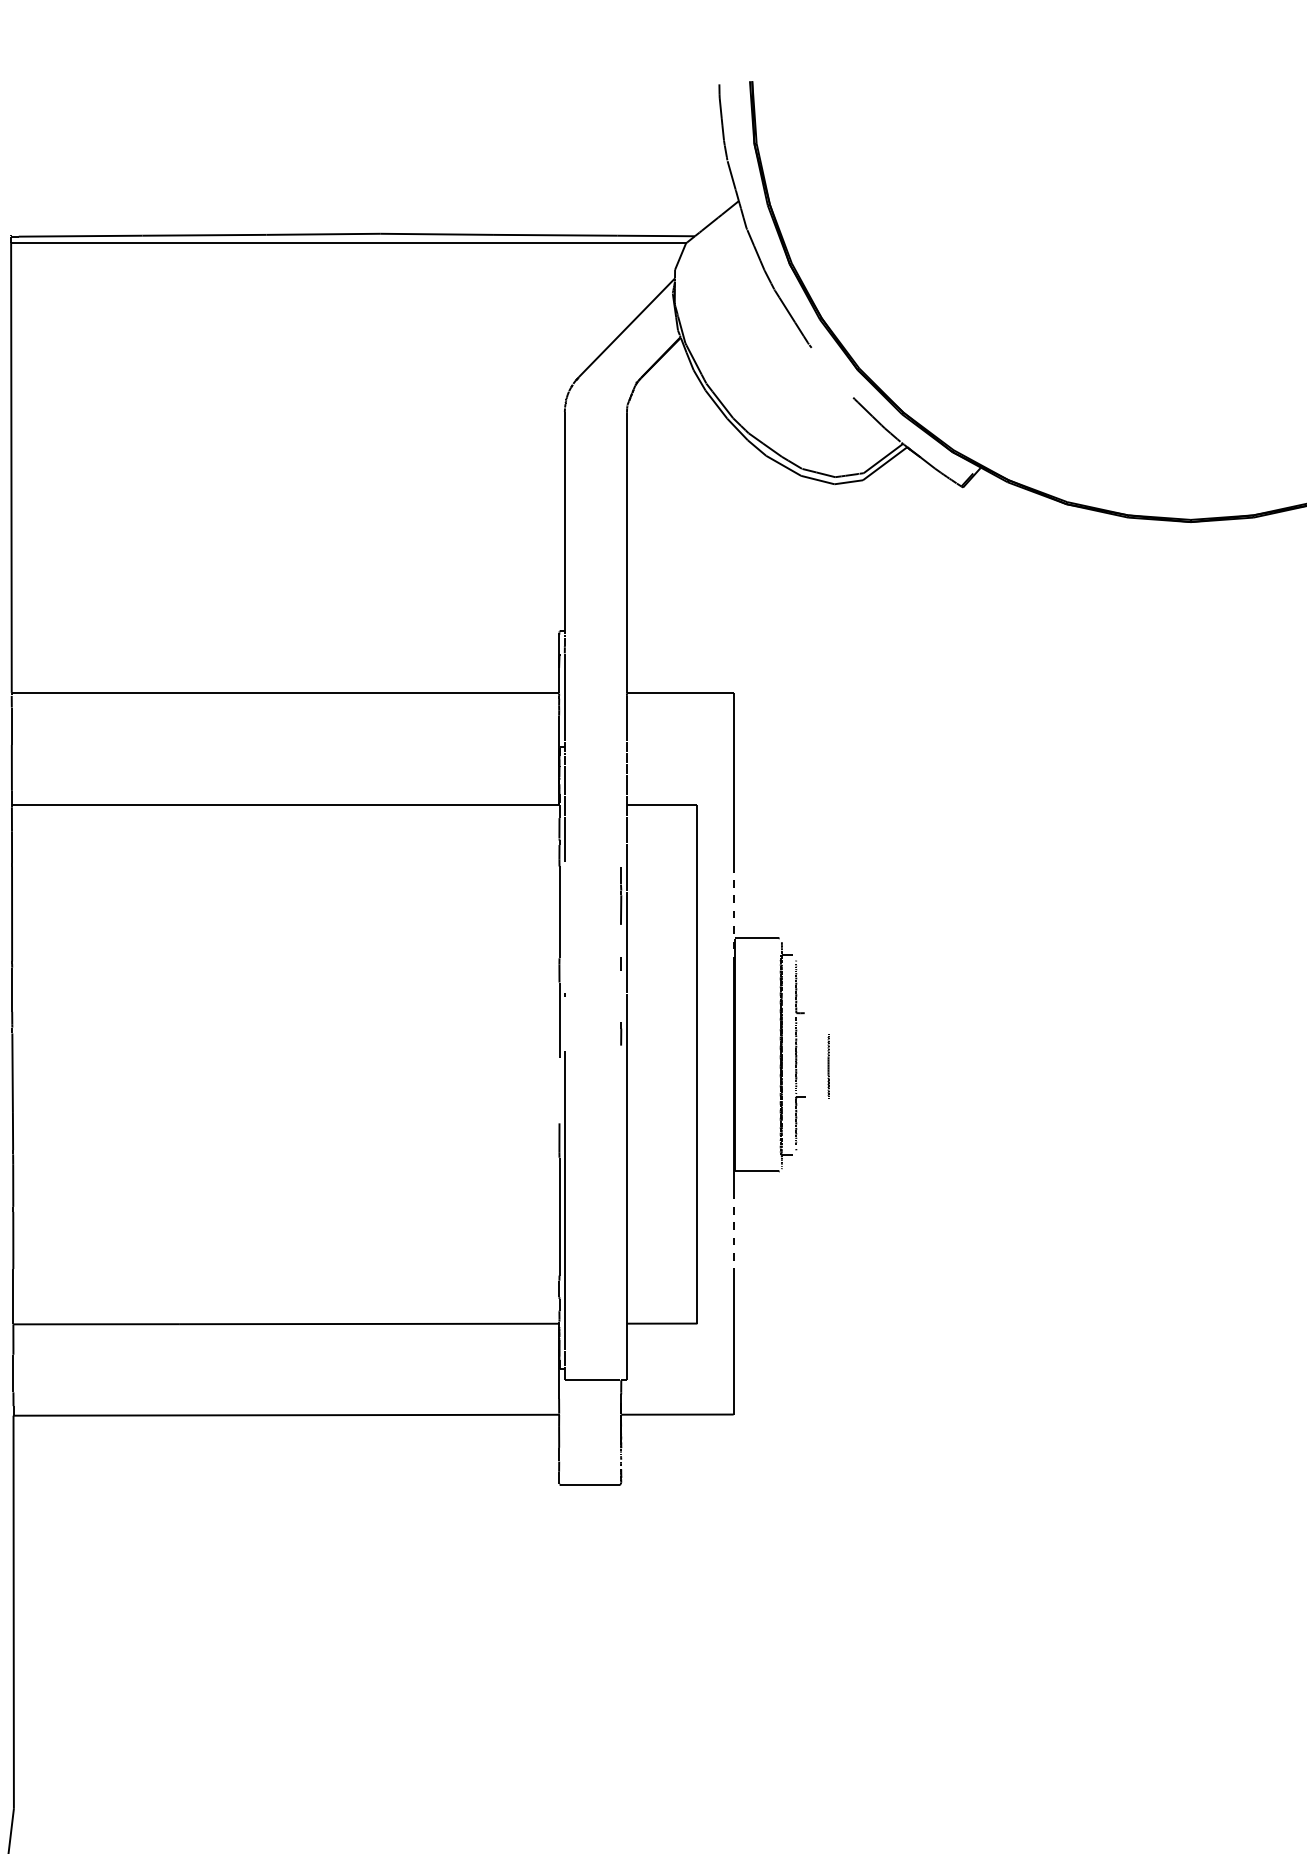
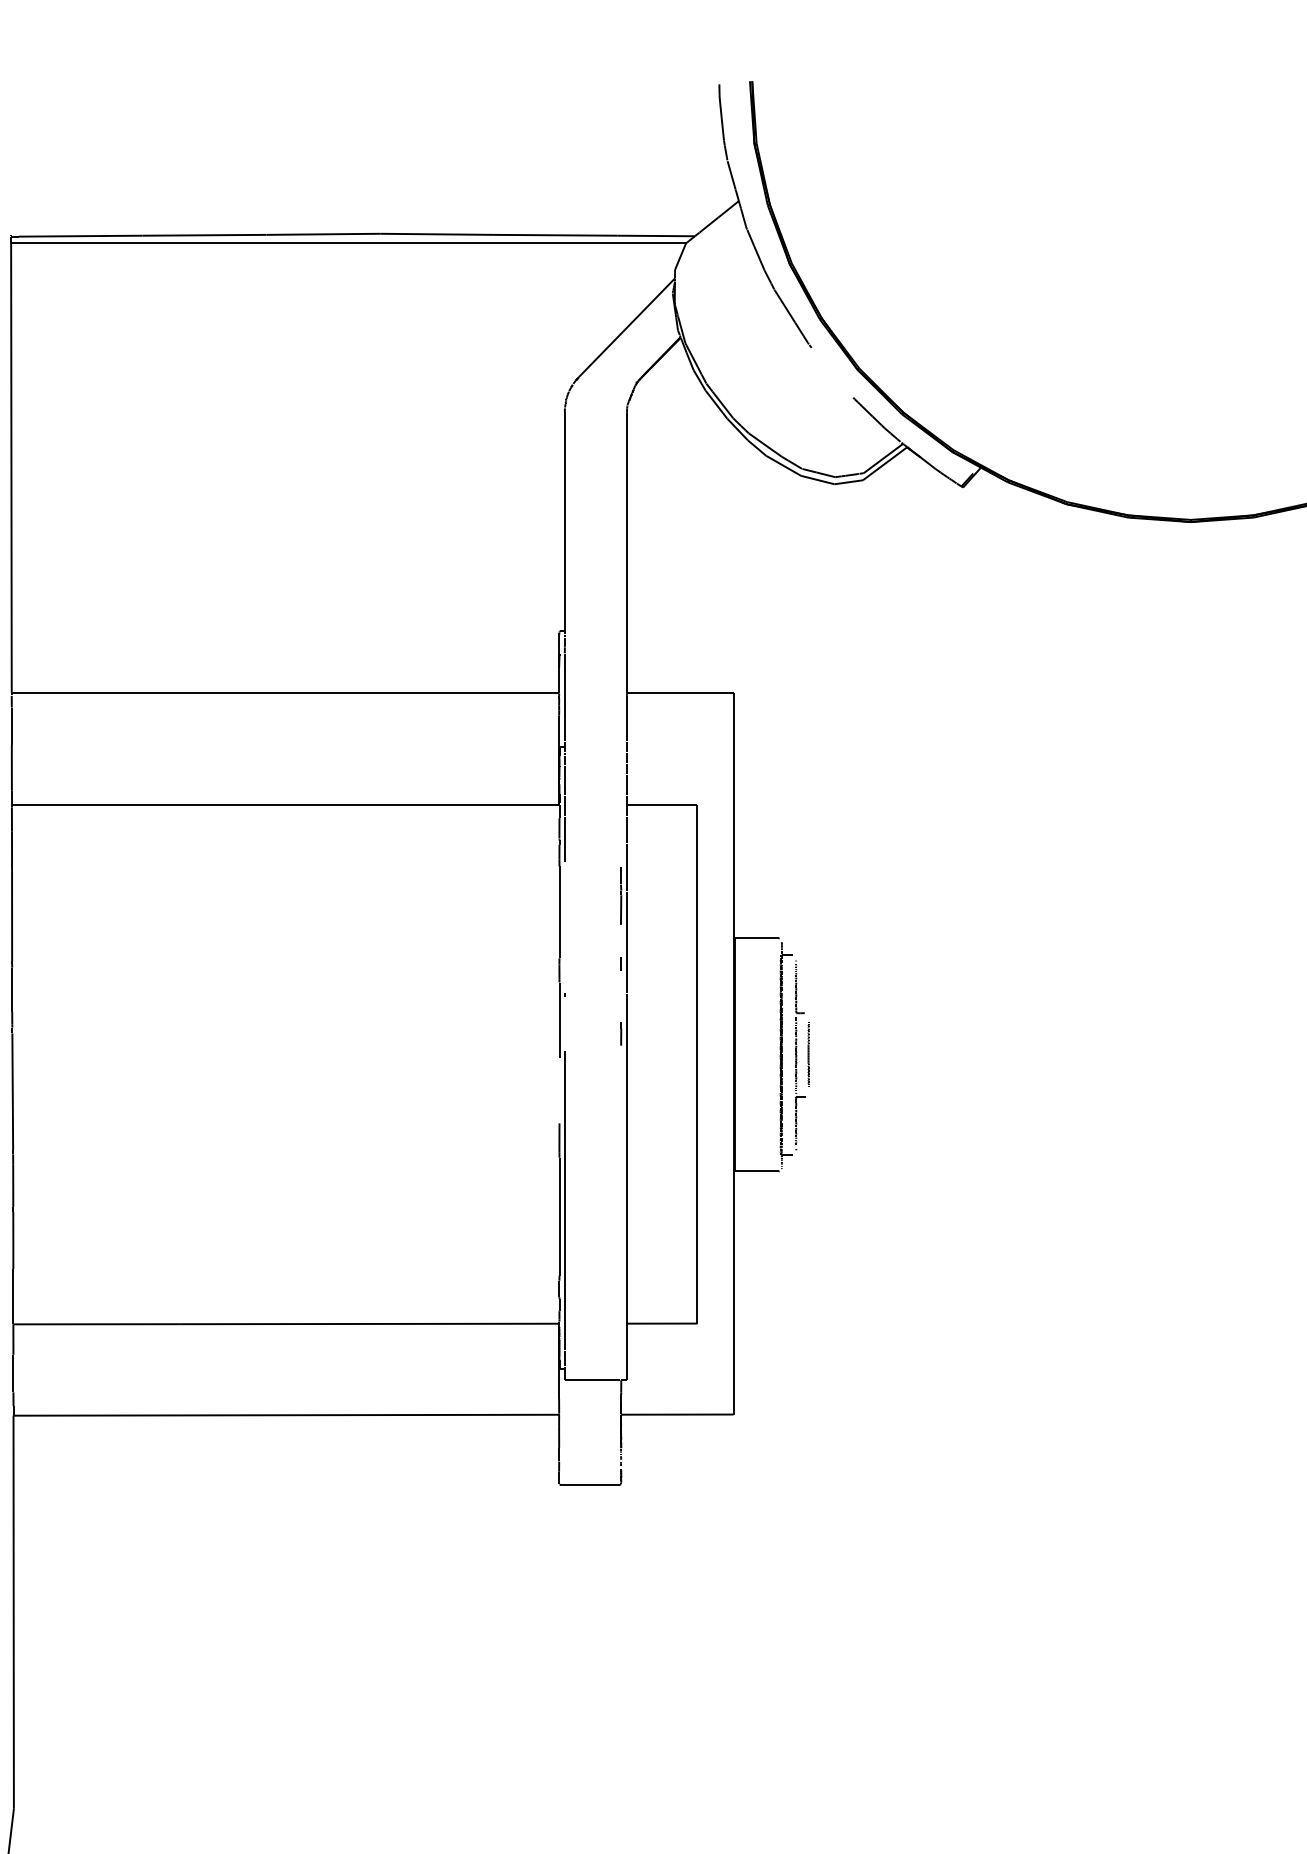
line at (733, 919): dashed -> solid
line at (828, 1066) position: (828, 1066) -> (808, 1054)
line at (733, 1233): dashed -> solid
